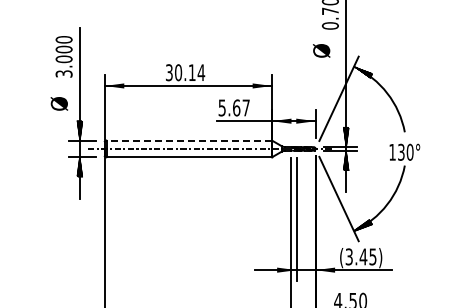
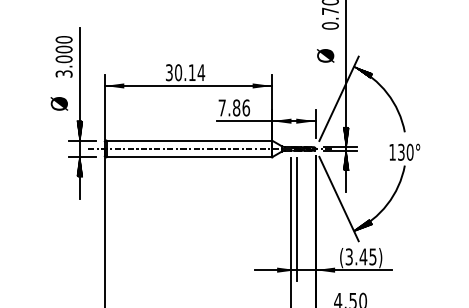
text at (321, 50) position: (321, 50) -> (325, 55)
text at (234, 107): 5.67 -> 7.86
line at (189, 140): dashed -> solid
